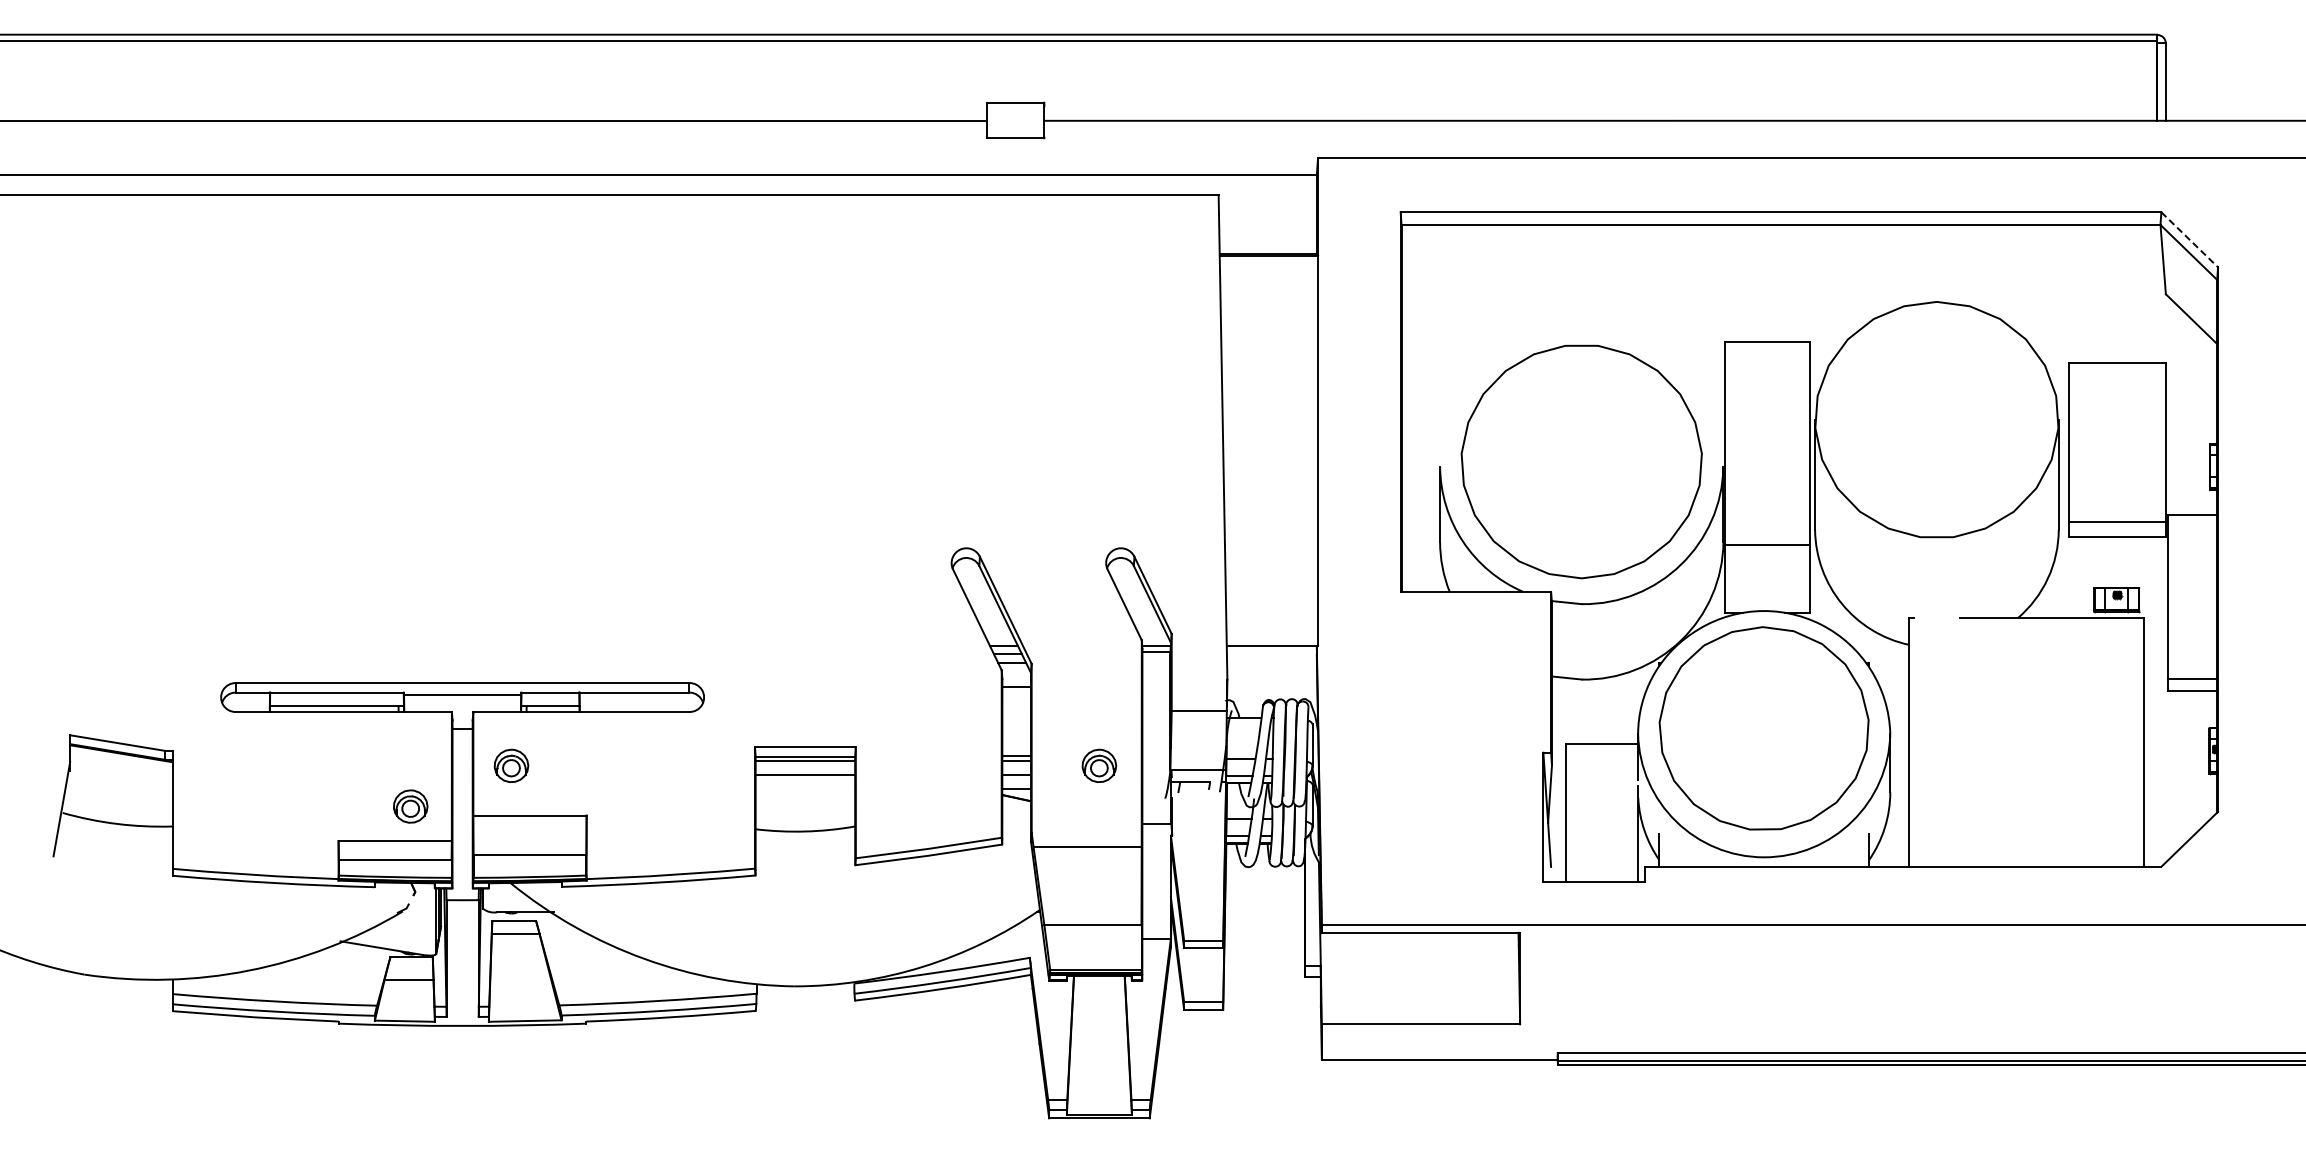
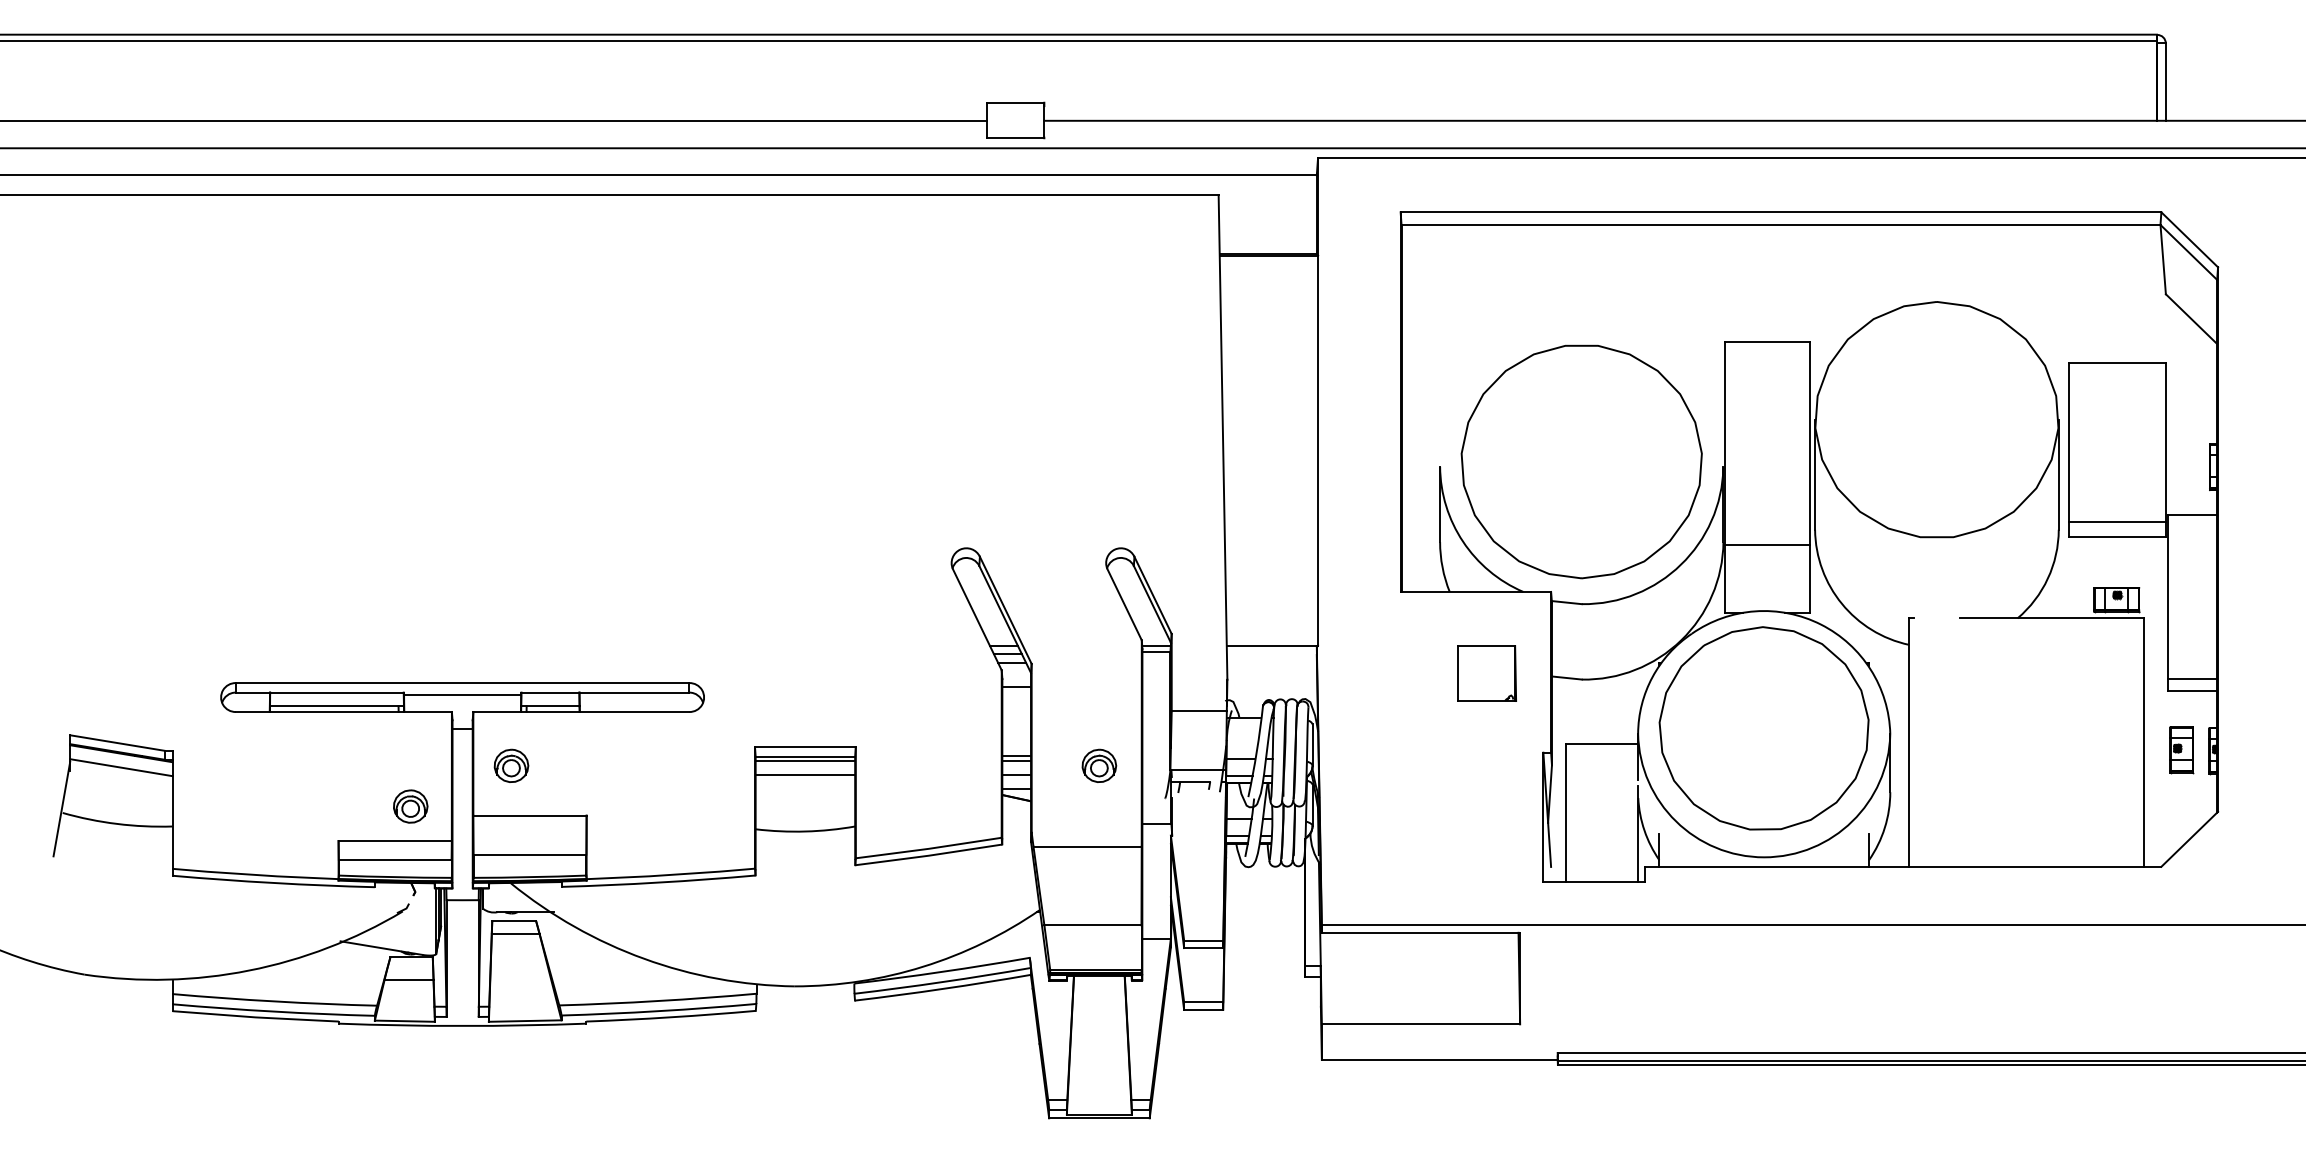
line at (1152, 148): none -> present
line at (2190, 240): dashed -> solid
part at (1486, 673): none -> present
part at (2181, 750): none -> present
line at (121, 767): none -> present
